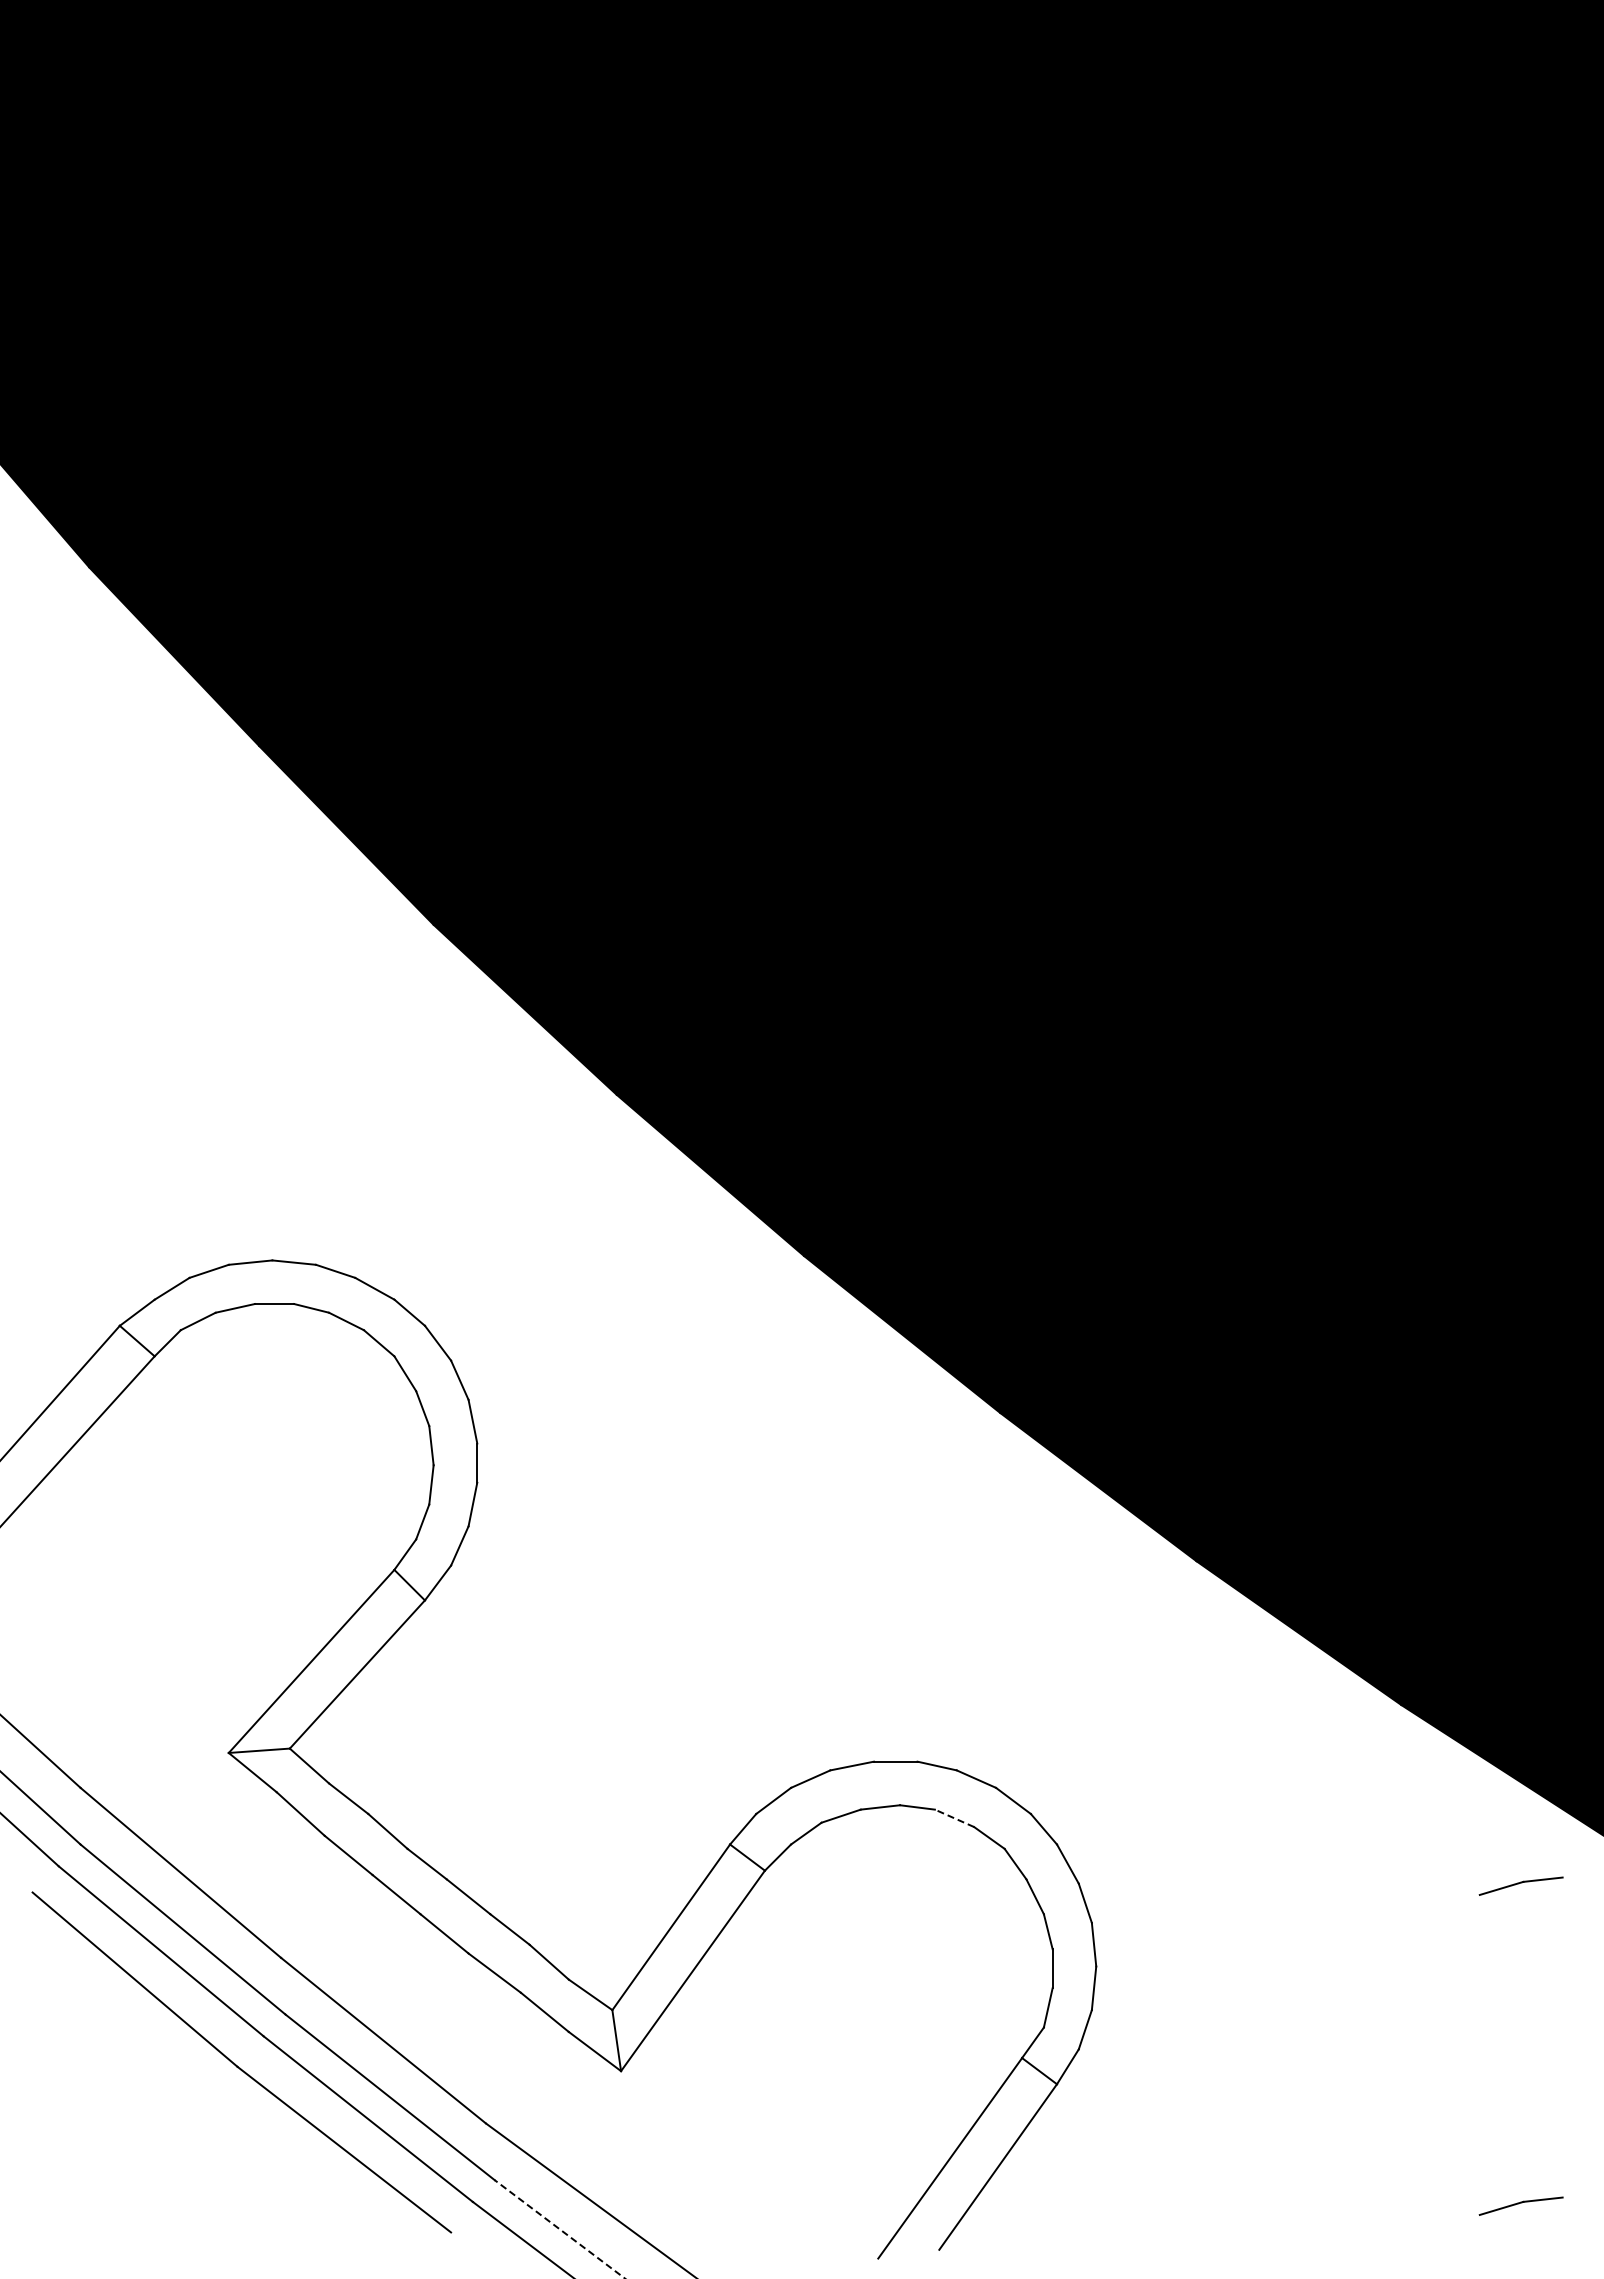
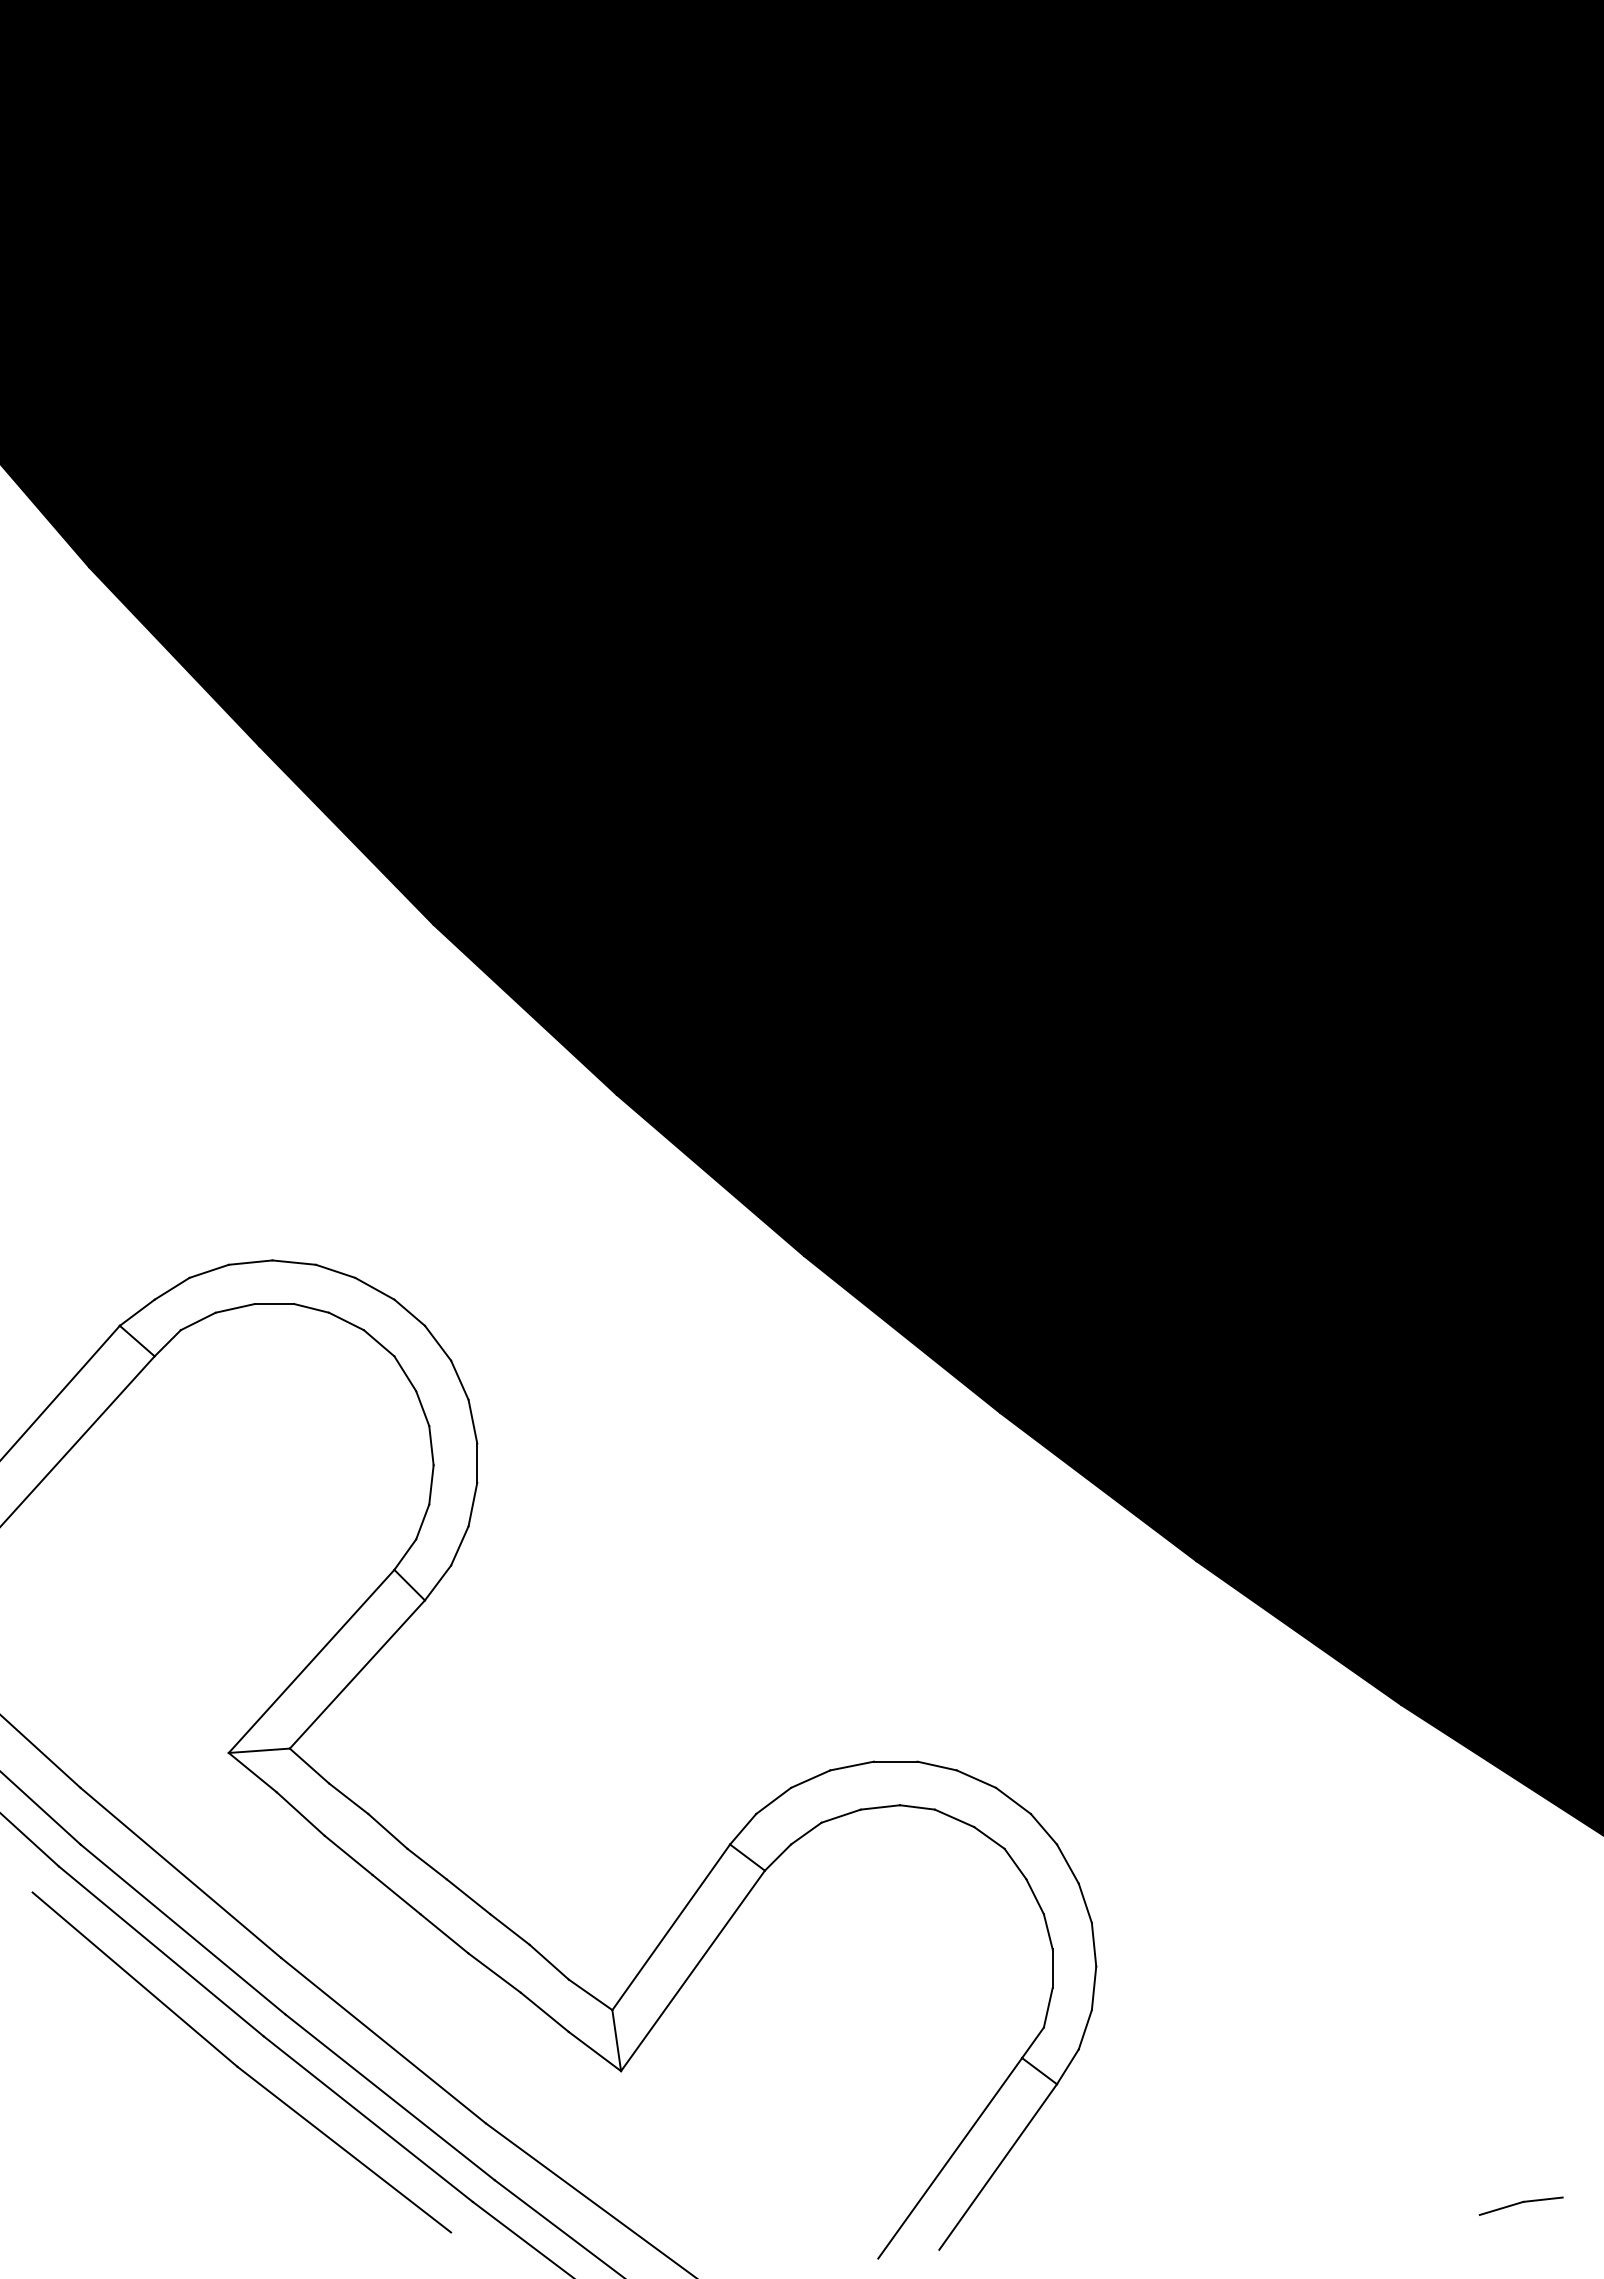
line at (954, 1818): dashed -> solid
part at (1520, 1885): present -> none
line at (560, 2229): dashed -> solid
